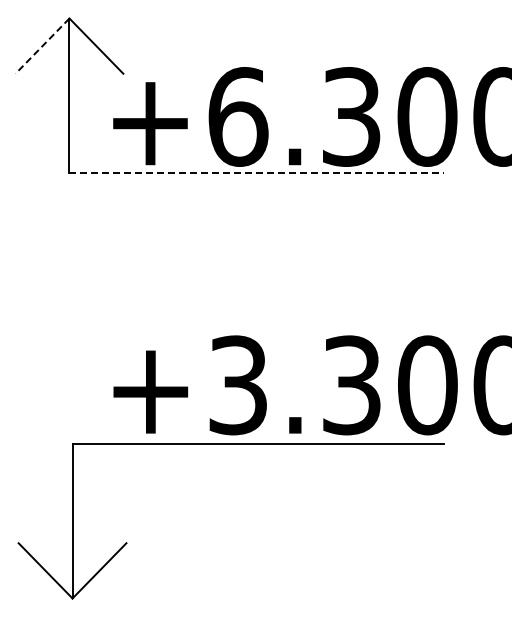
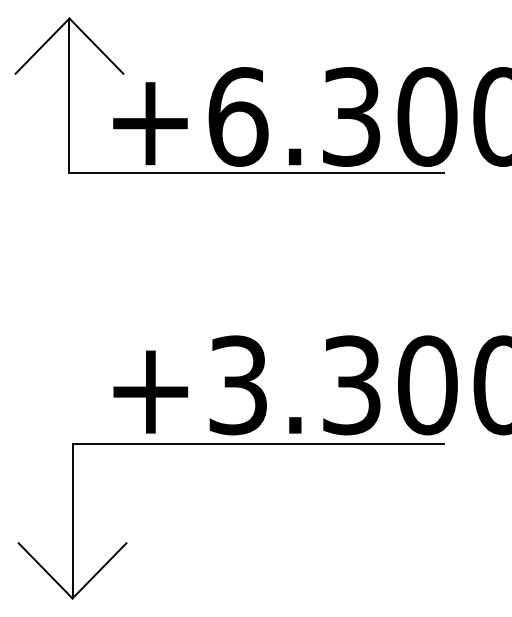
line at (42, 46): dashed -> solid
line at (257, 172): dashed -> solid
